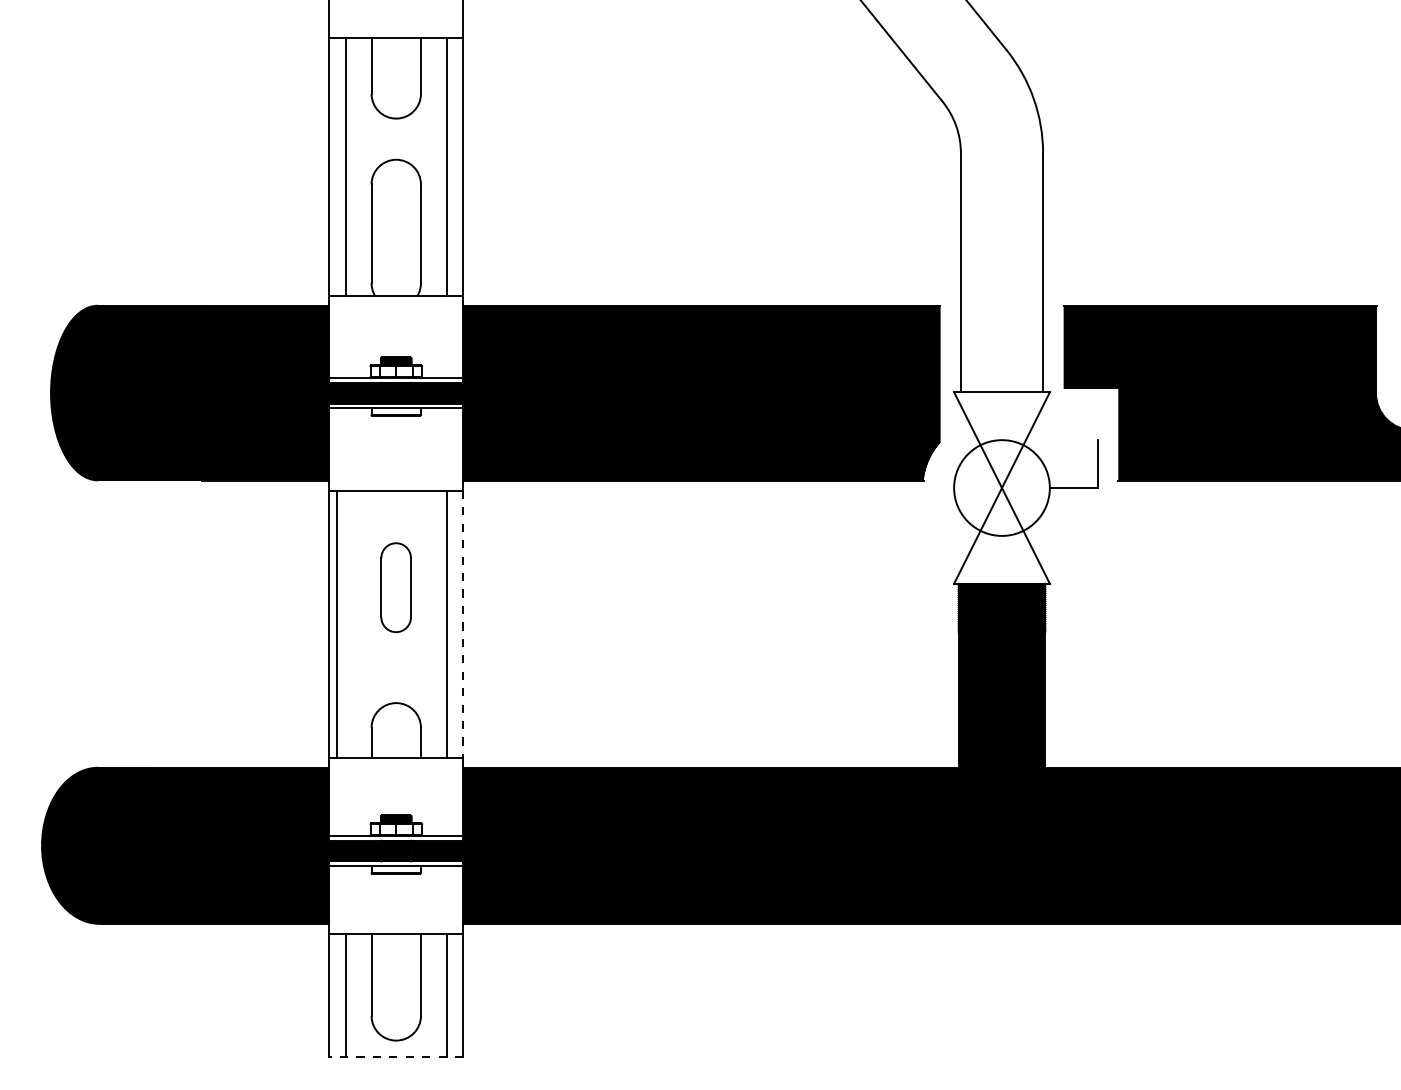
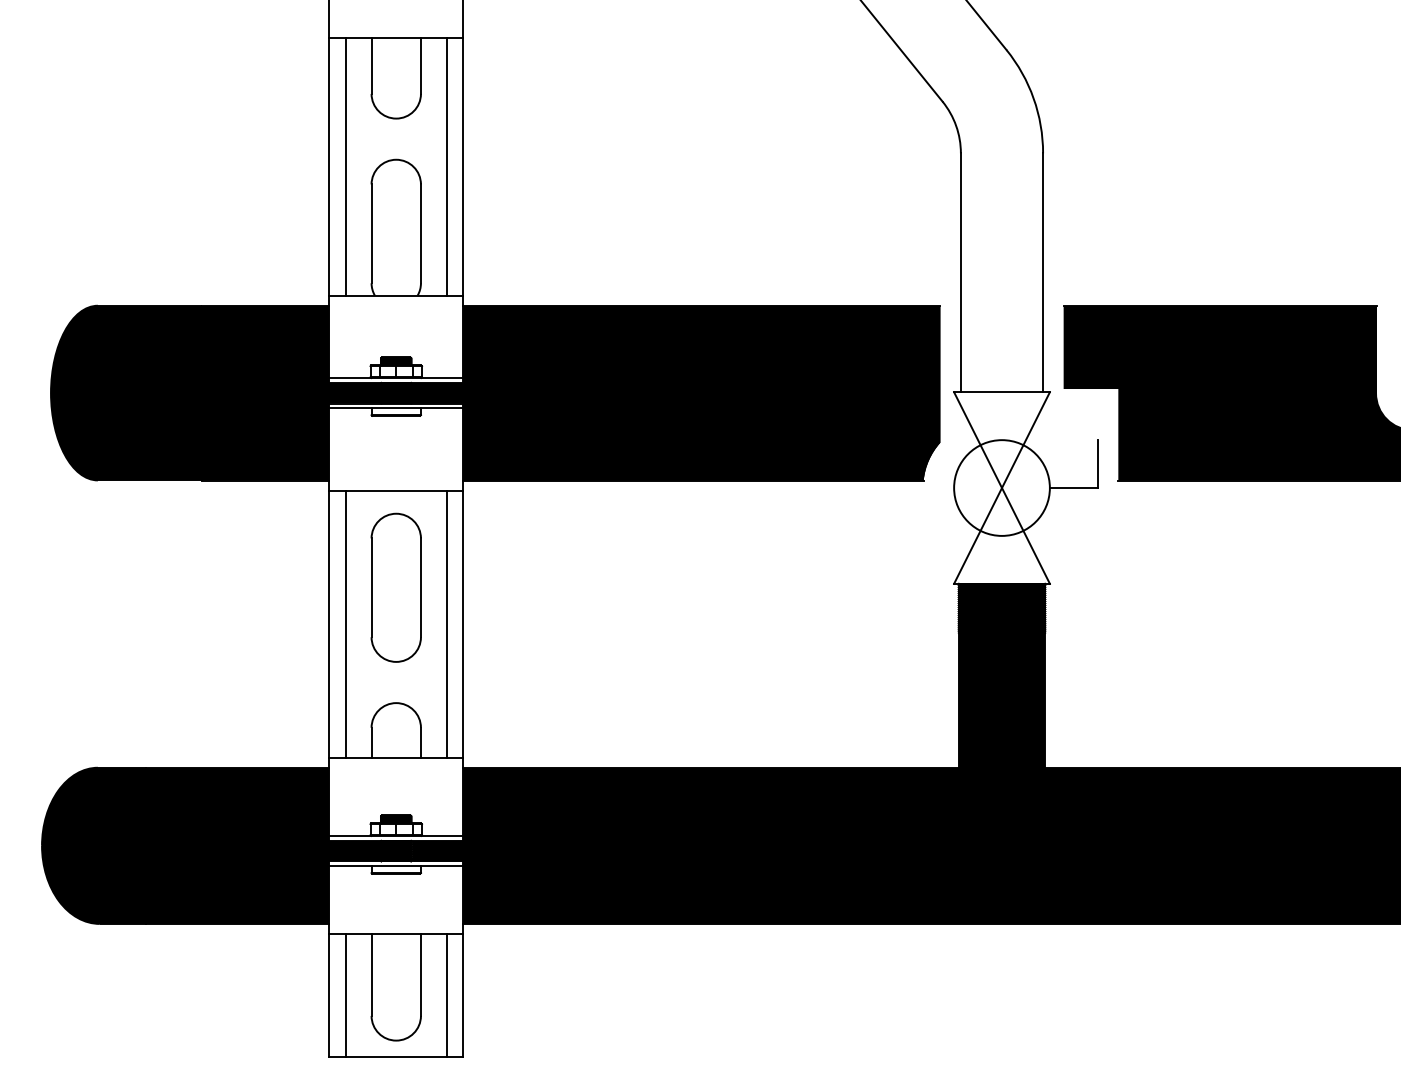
part at (395, 587) size: 32x91 px -> 52x151 px
line at (336, 623) position: (336, 623) -> (345, 623)
line at (463, 624): dashed -> solid
line at (396, 1057): dashed -> solid
